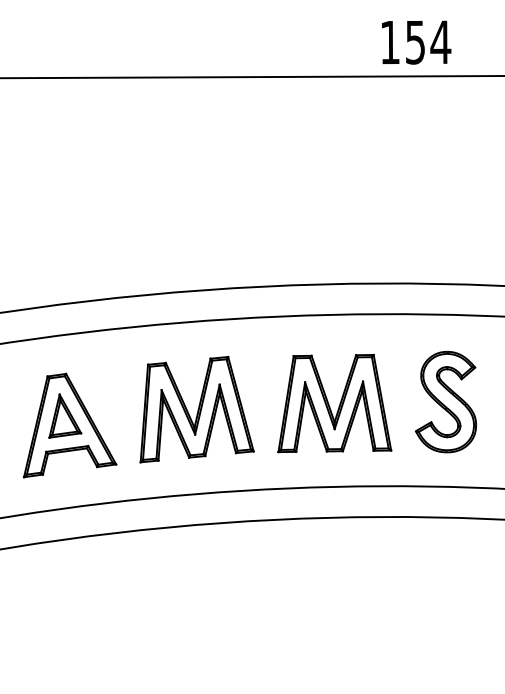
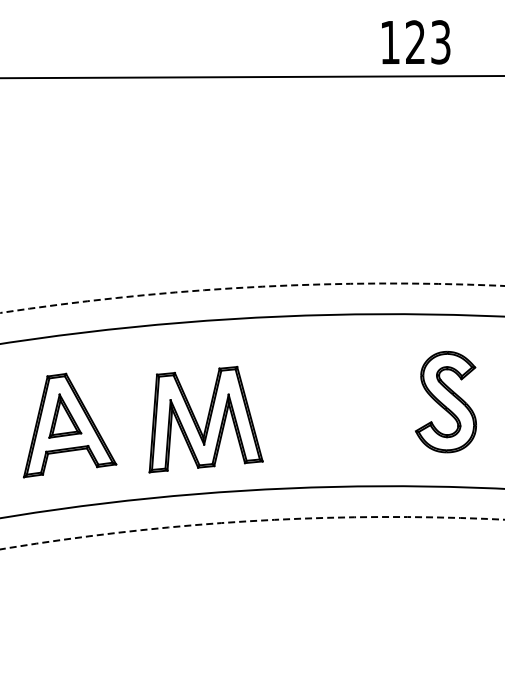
text at (428, 42): 154 -> 123
arc at (252, 287): solid -> dashed
part at (334, 403): present -> none
part at (196, 409) position: (196, 409) -> (205, 419)
arc at (250, 521): solid -> dashed
